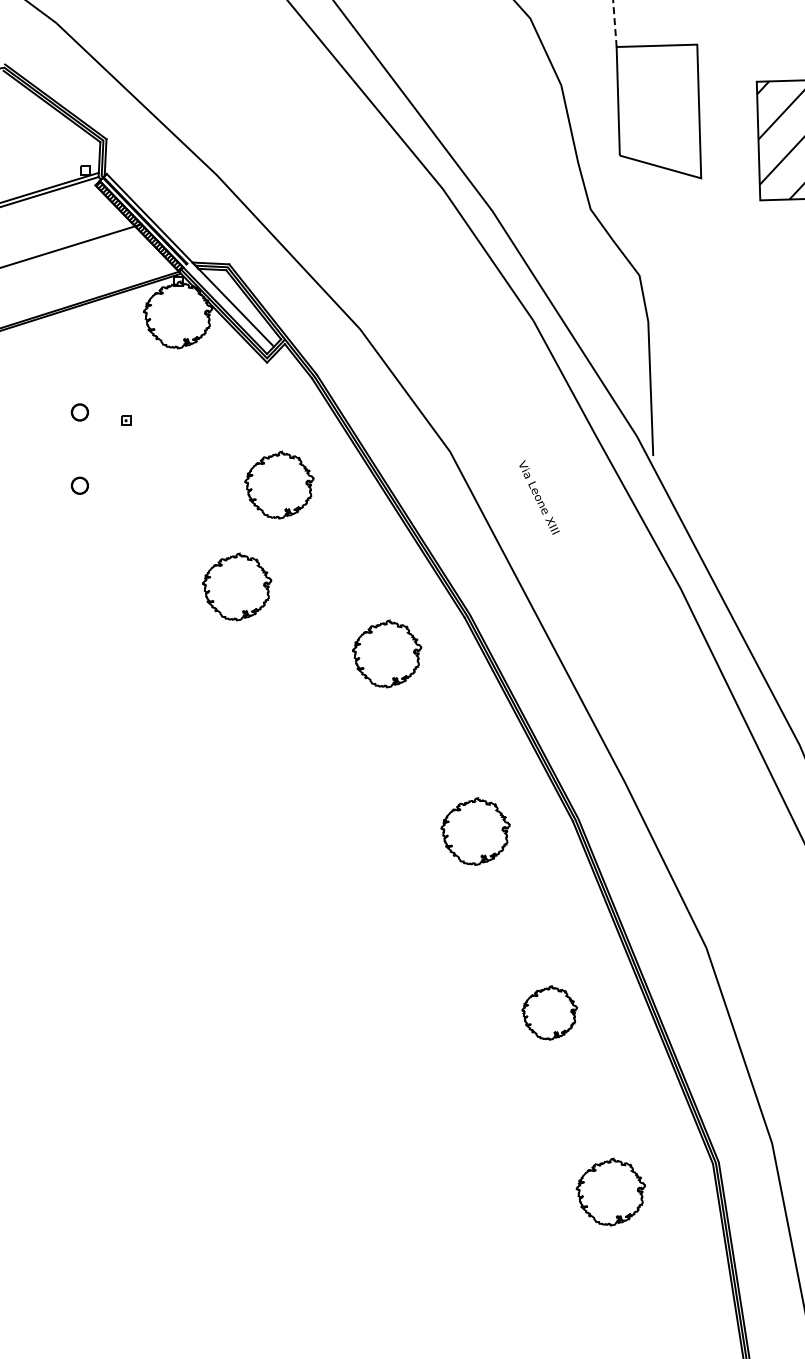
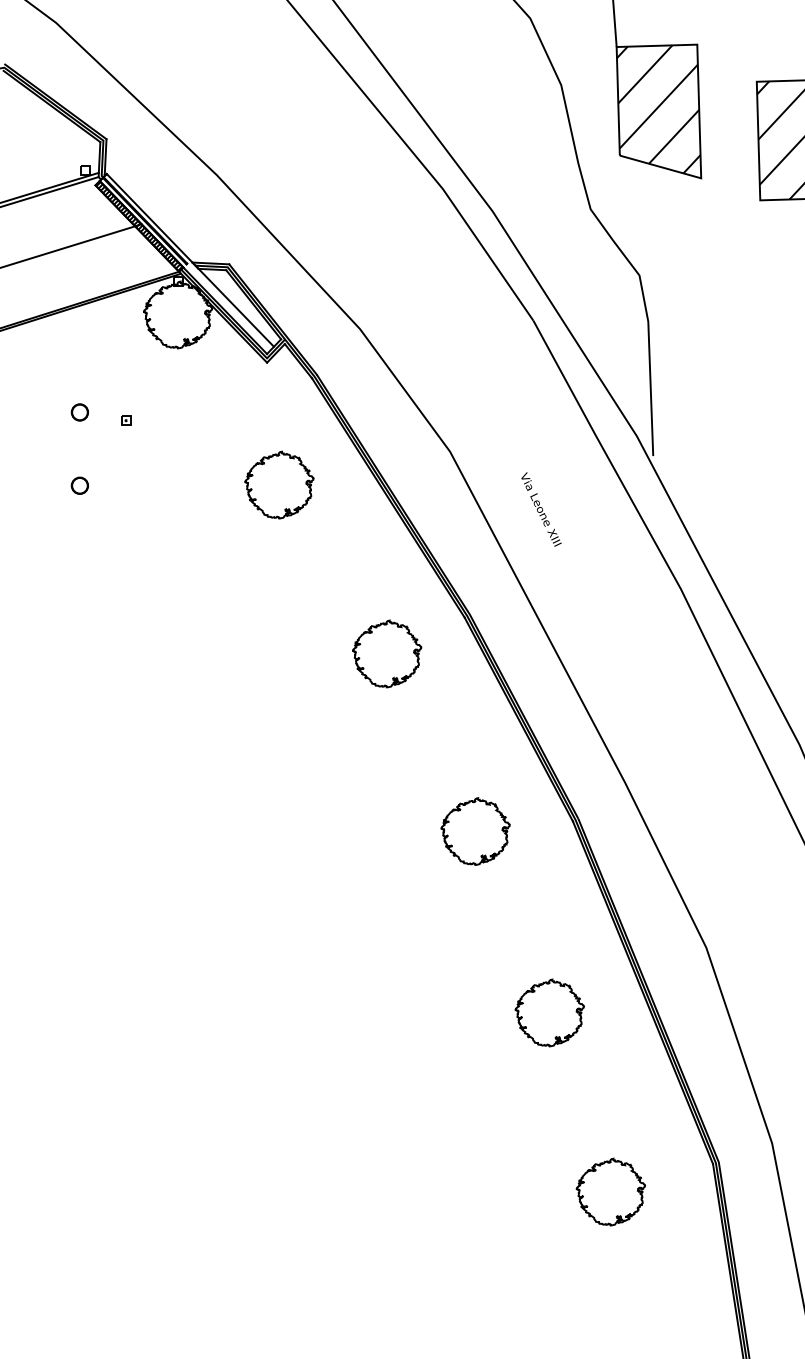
line at (614, 23): dashed -> solid
hatch at (658, 109): none -> present
text at (539, 497) position: (539, 497) -> (541, 509)
part at (237, 586): present -> none
part at (549, 1012) size: 58x56 px -> 71x70 px
